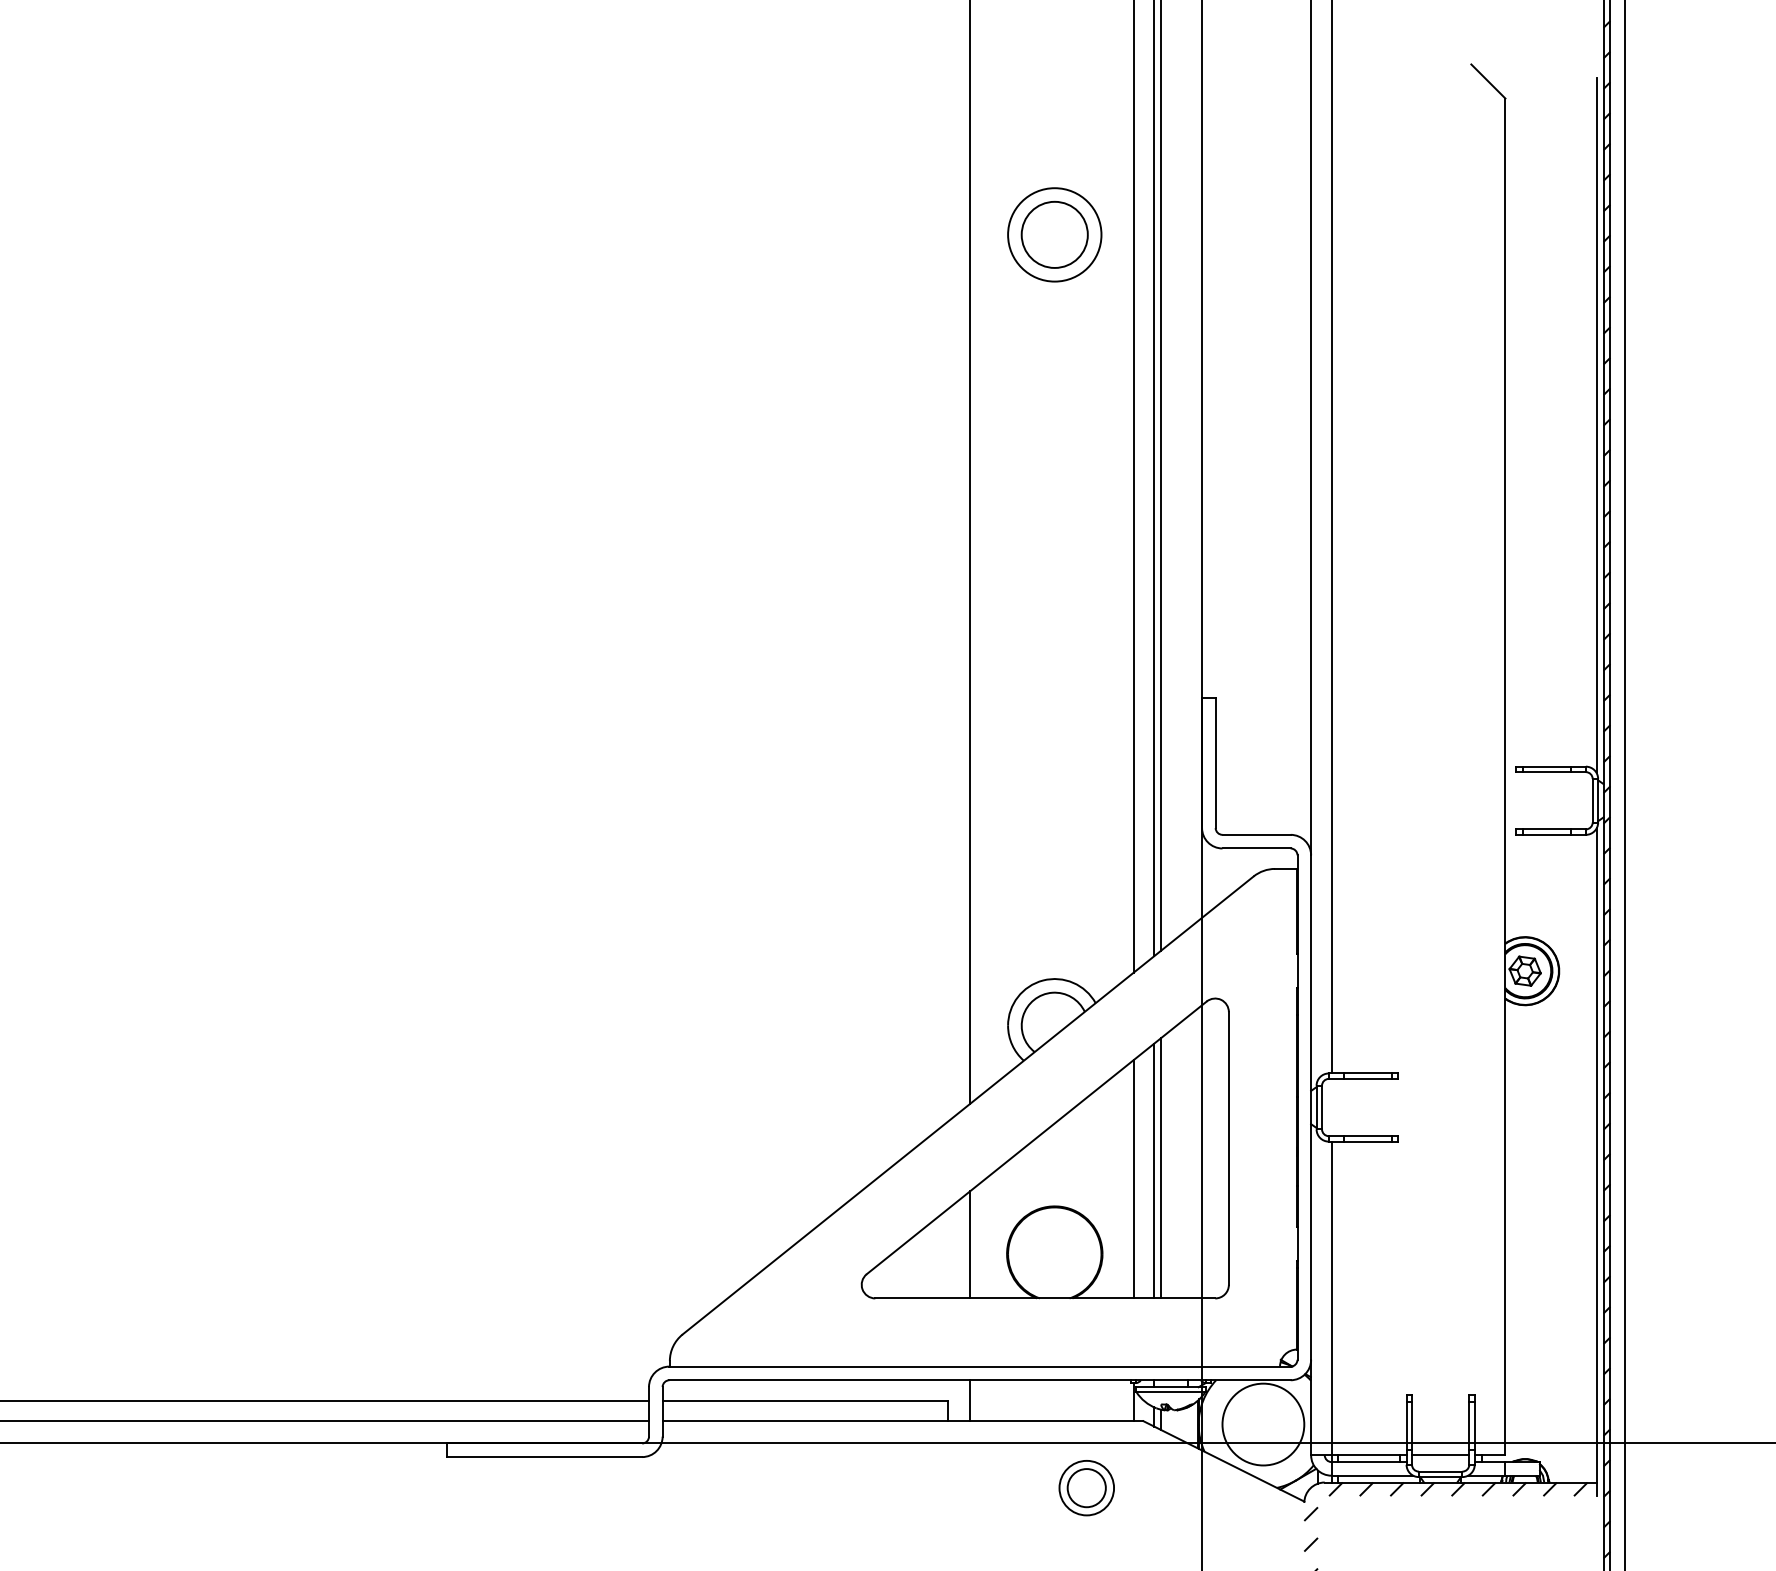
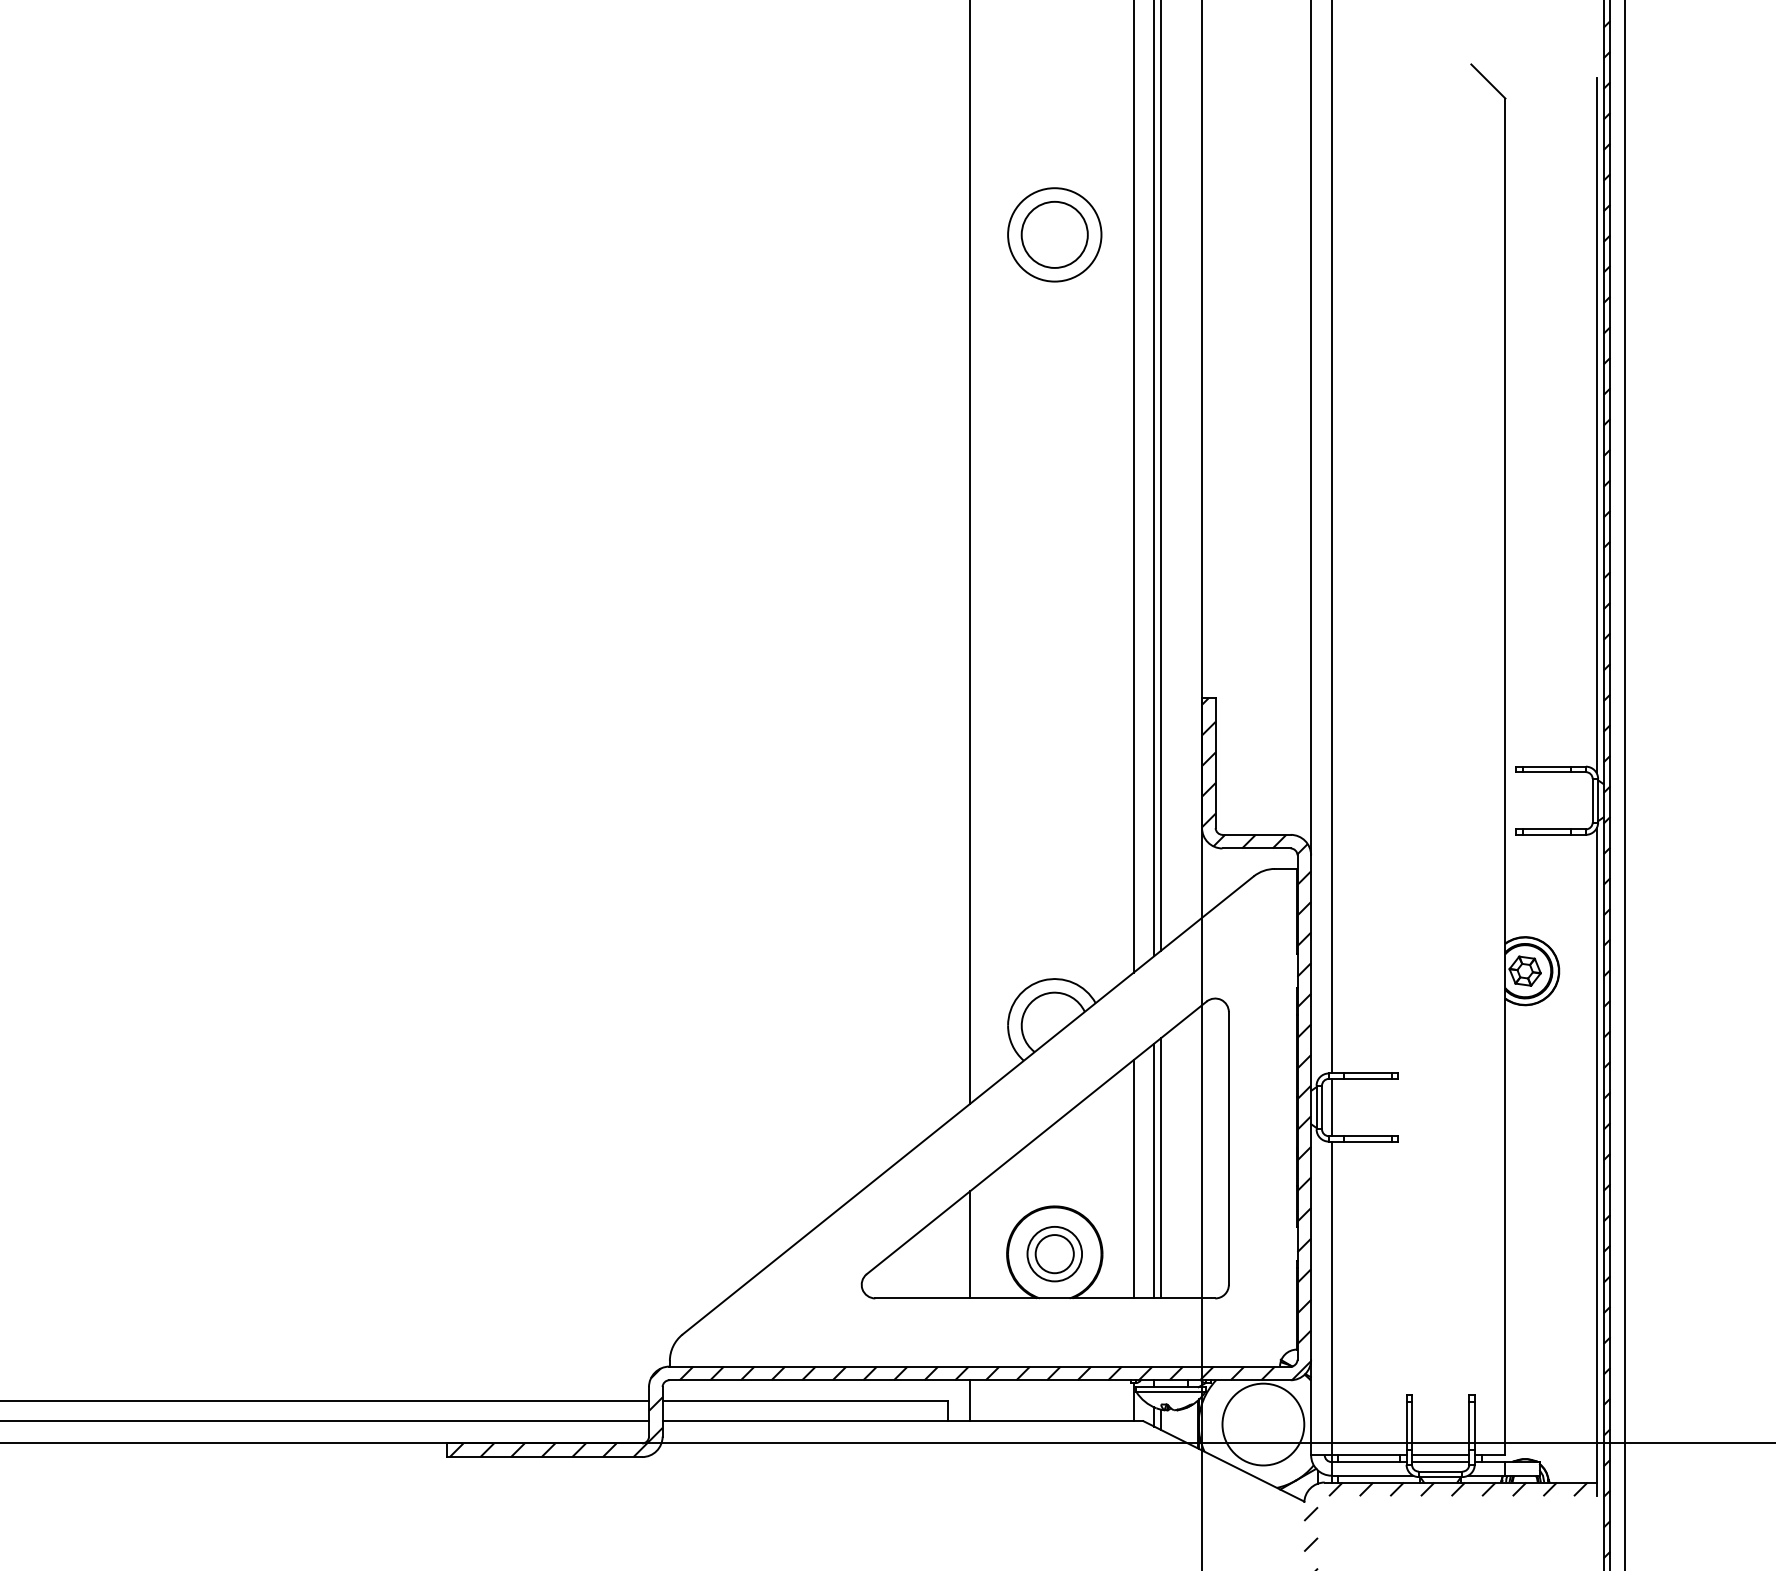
hatch at (880, 1077): none -> present
line at (1331, 1107): none -> present
line at (1440, 1462): none -> present
part at (1086, 1488) position: (1086, 1488) -> (1054, 1254)
